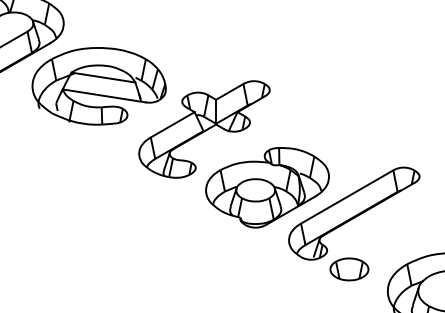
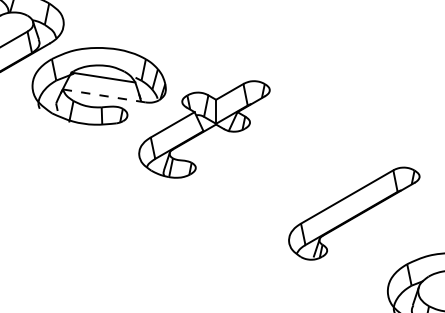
line at (104, 95): solid -> dashed
part at (267, 187): present -> none
part at (349, 269): present -> none
